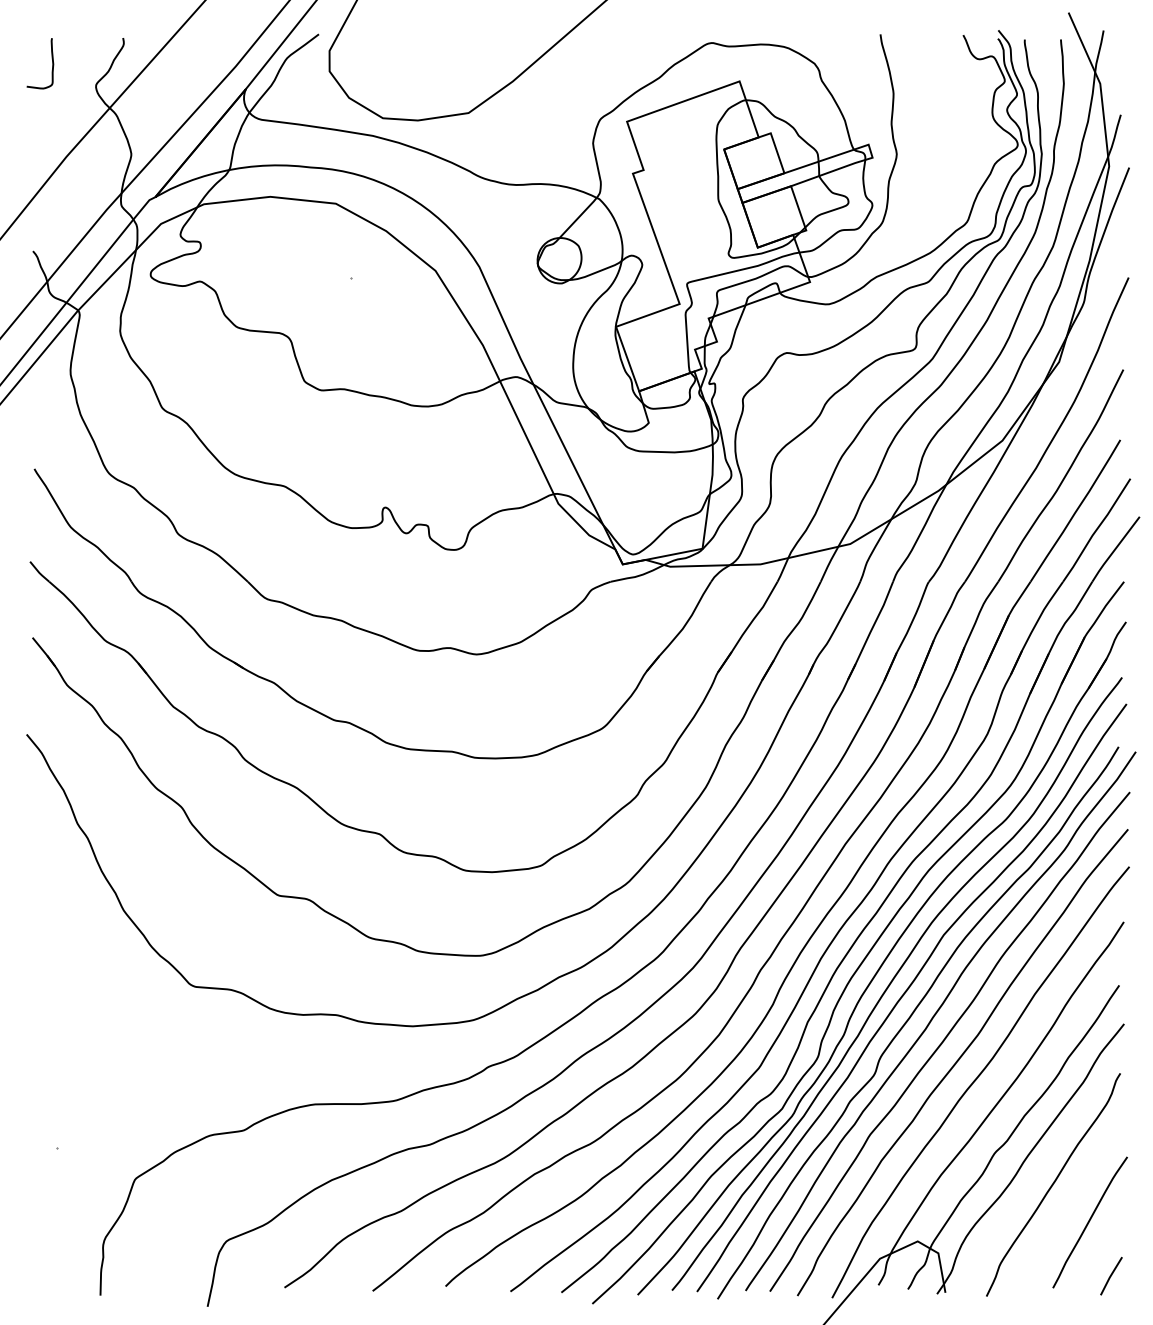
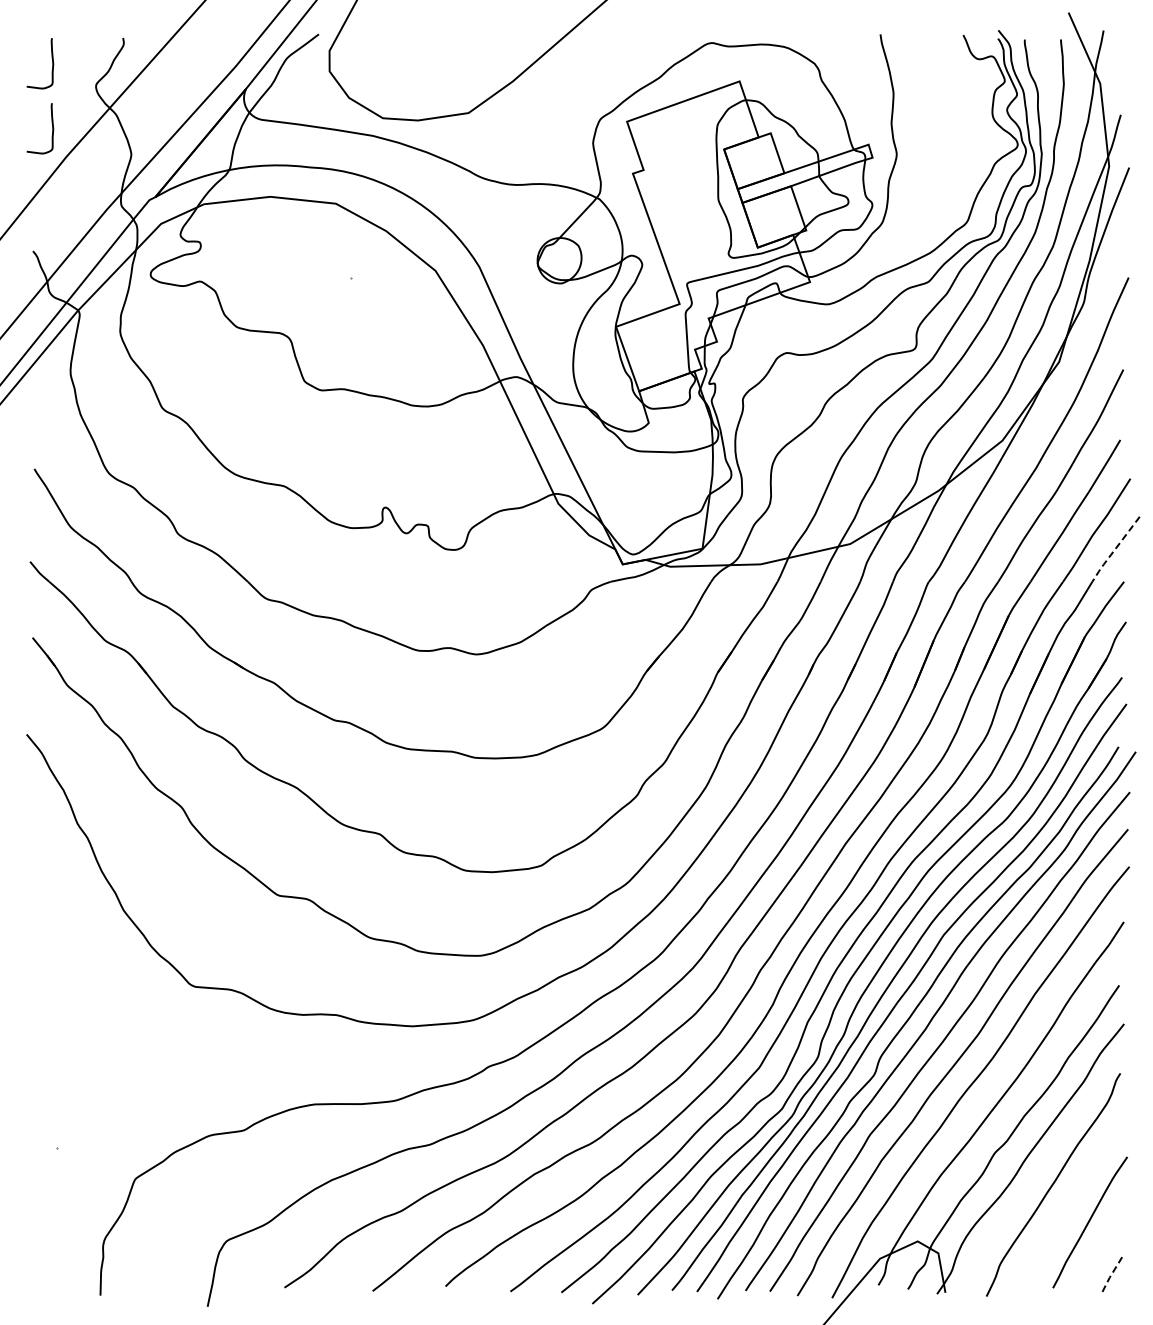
curve at (52, 128): none -> present
line at (1114, 550): solid -> dashed
line at (1110, 1276): solid -> dashed
